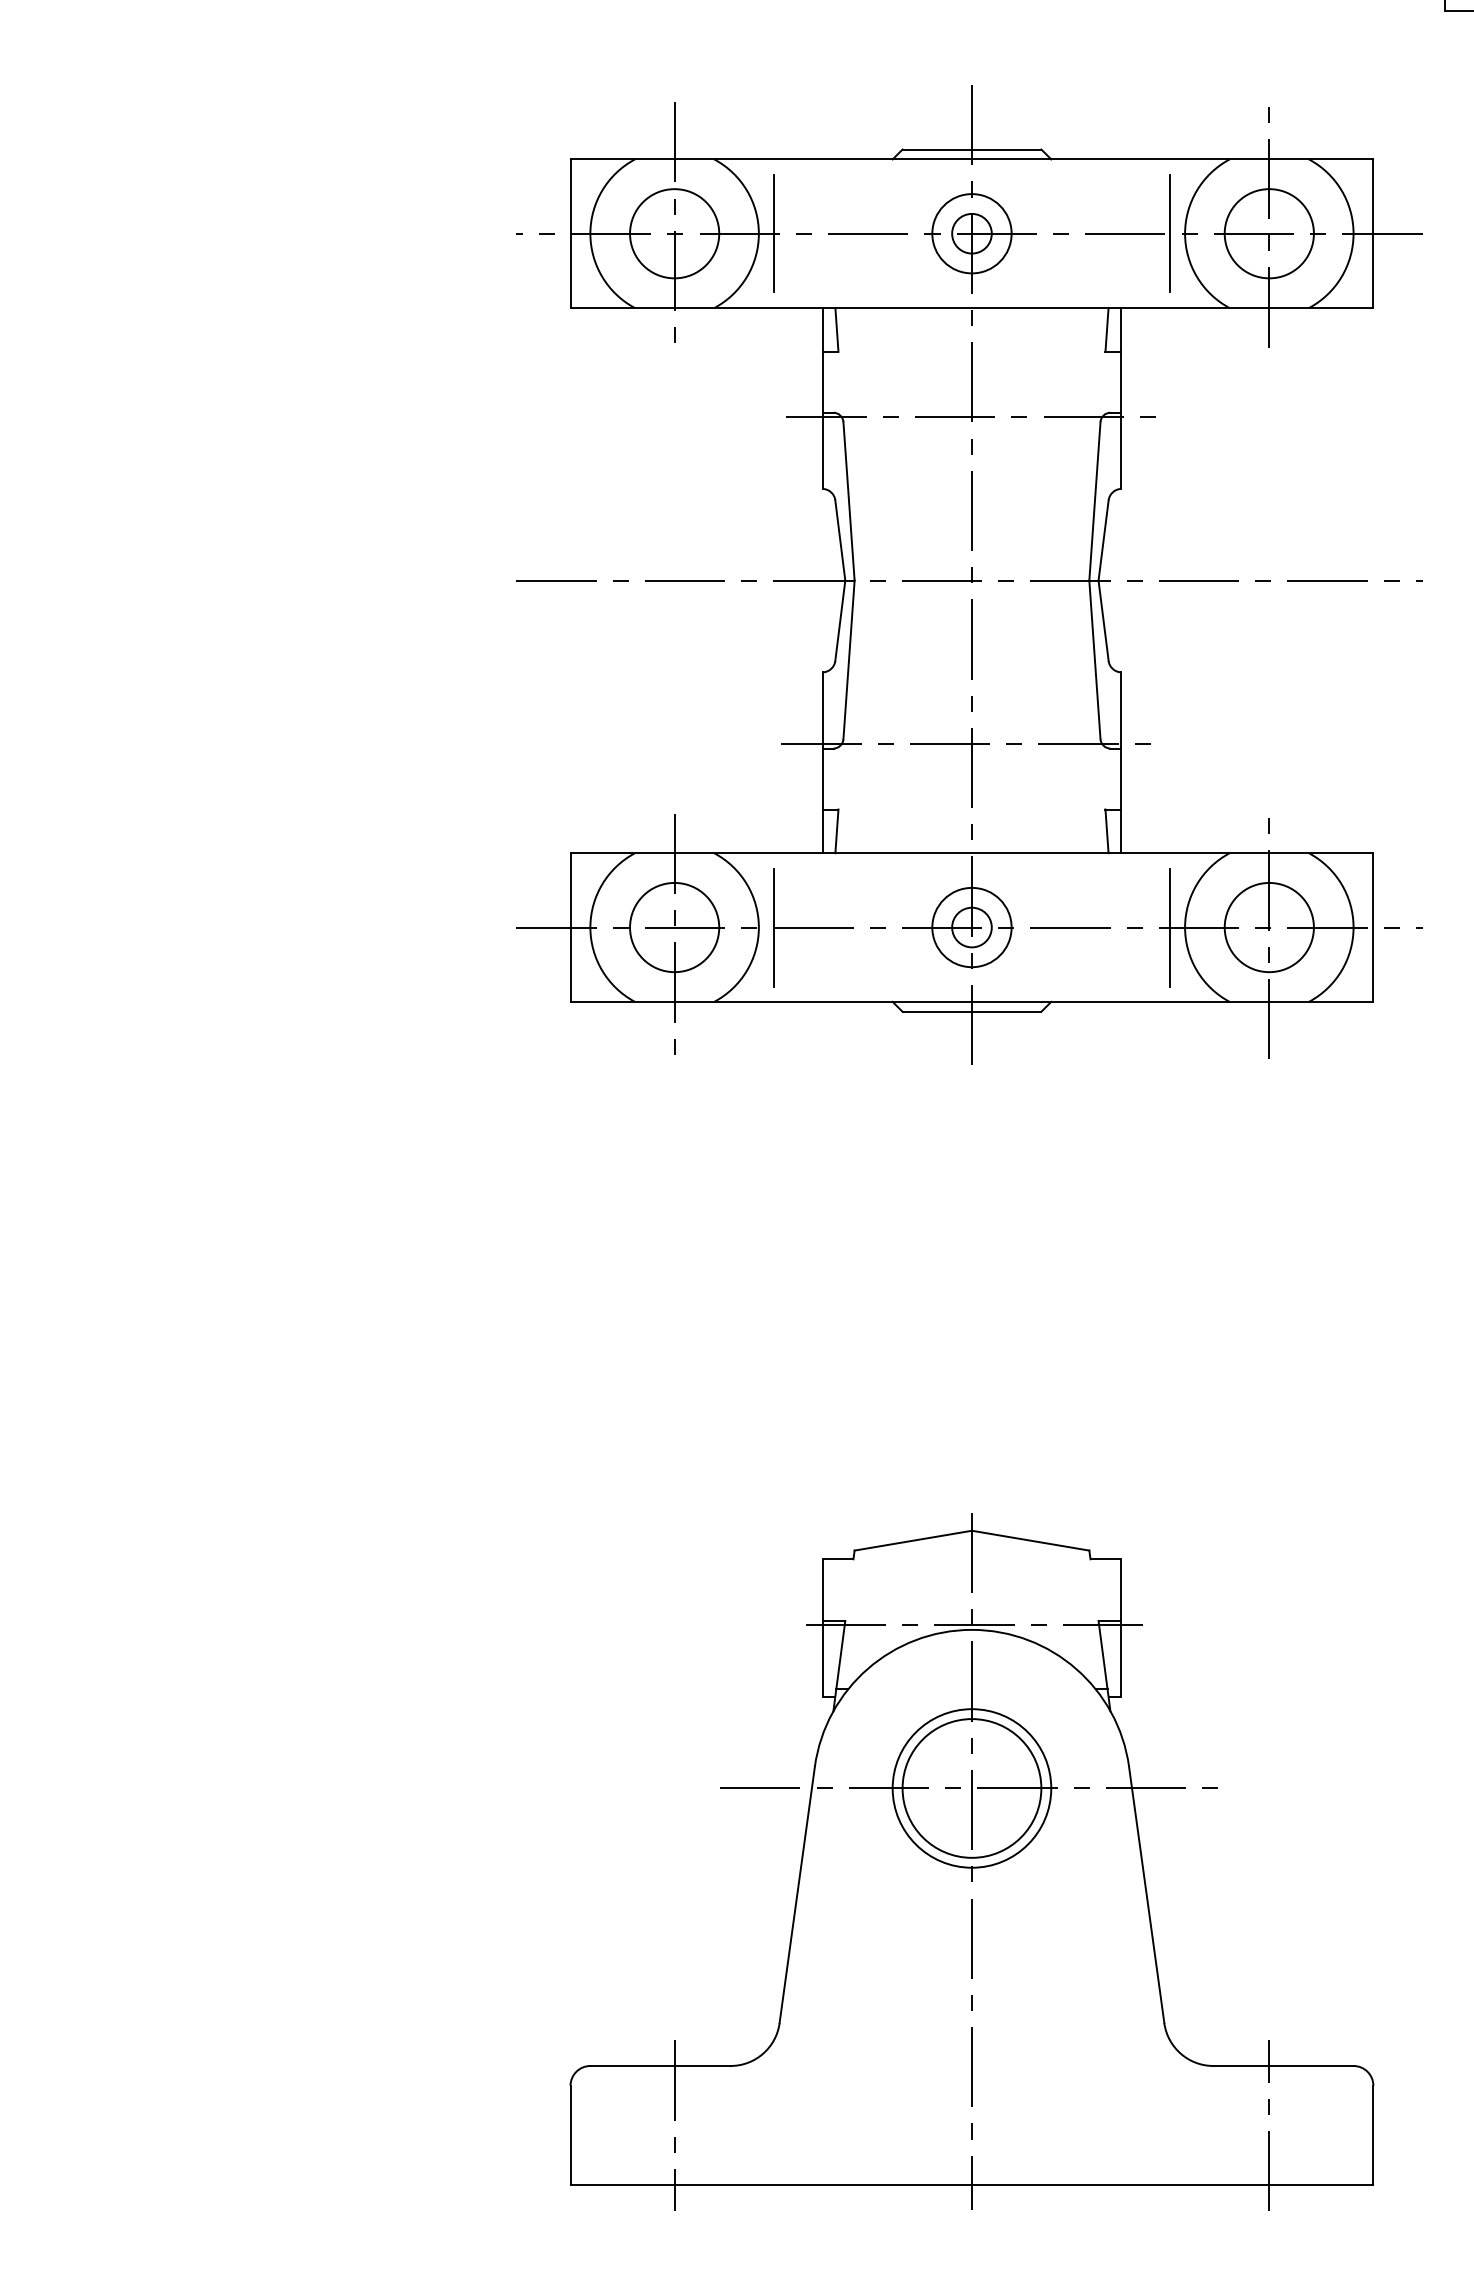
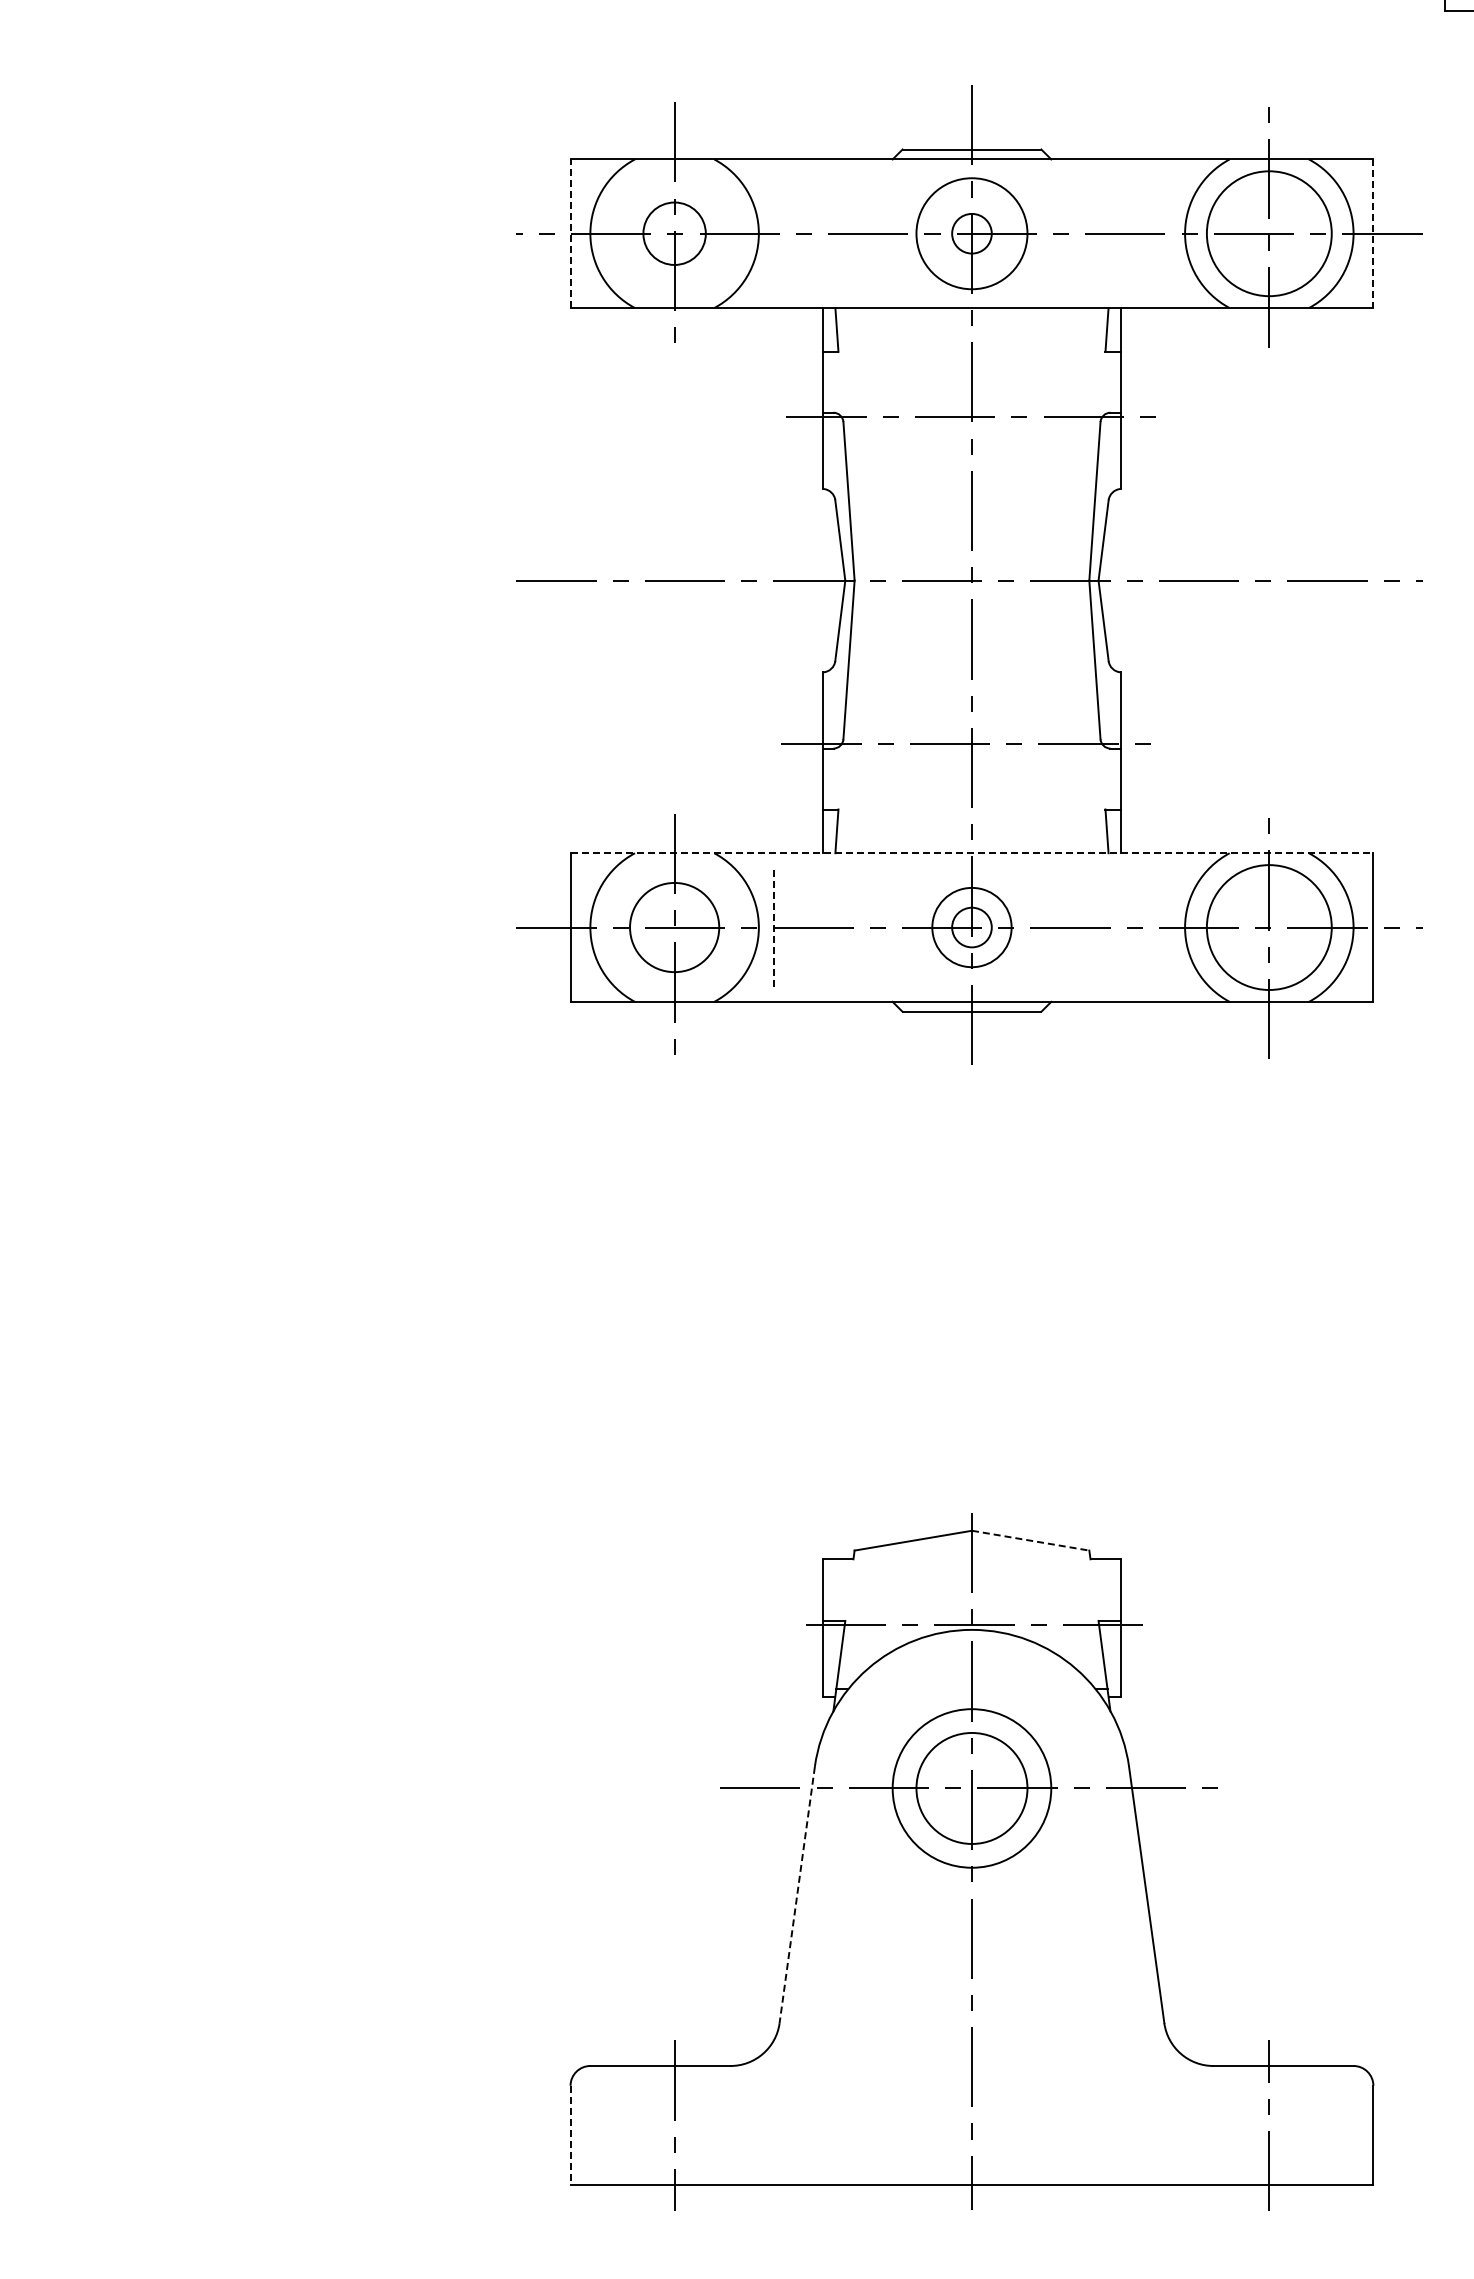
line at (773, 232): present -> none
line at (1170, 232): present -> none
line at (570, 233): solid -> dashed
circle at (674, 233) diameter: 89 px -> 62 px
circle at (971, 233) diameter: 79 px -> 111 px
circle at (1268, 233) diameter: 89 px -> 125 px
line at (1373, 234): solid -> dashed
line at (972, 853): solid -> dashed
line at (1170, 927): present -> none
circle at (1268, 927) diameter: 89 px -> 125 px
line at (773, 928): solid -> dashed
line at (1030, 1540): solid -> dashed
circle at (971, 1788) diameter: 139 px -> 111 px
line at (797, 1895): solid -> dashed
line at (570, 2135): solid -> dashed
